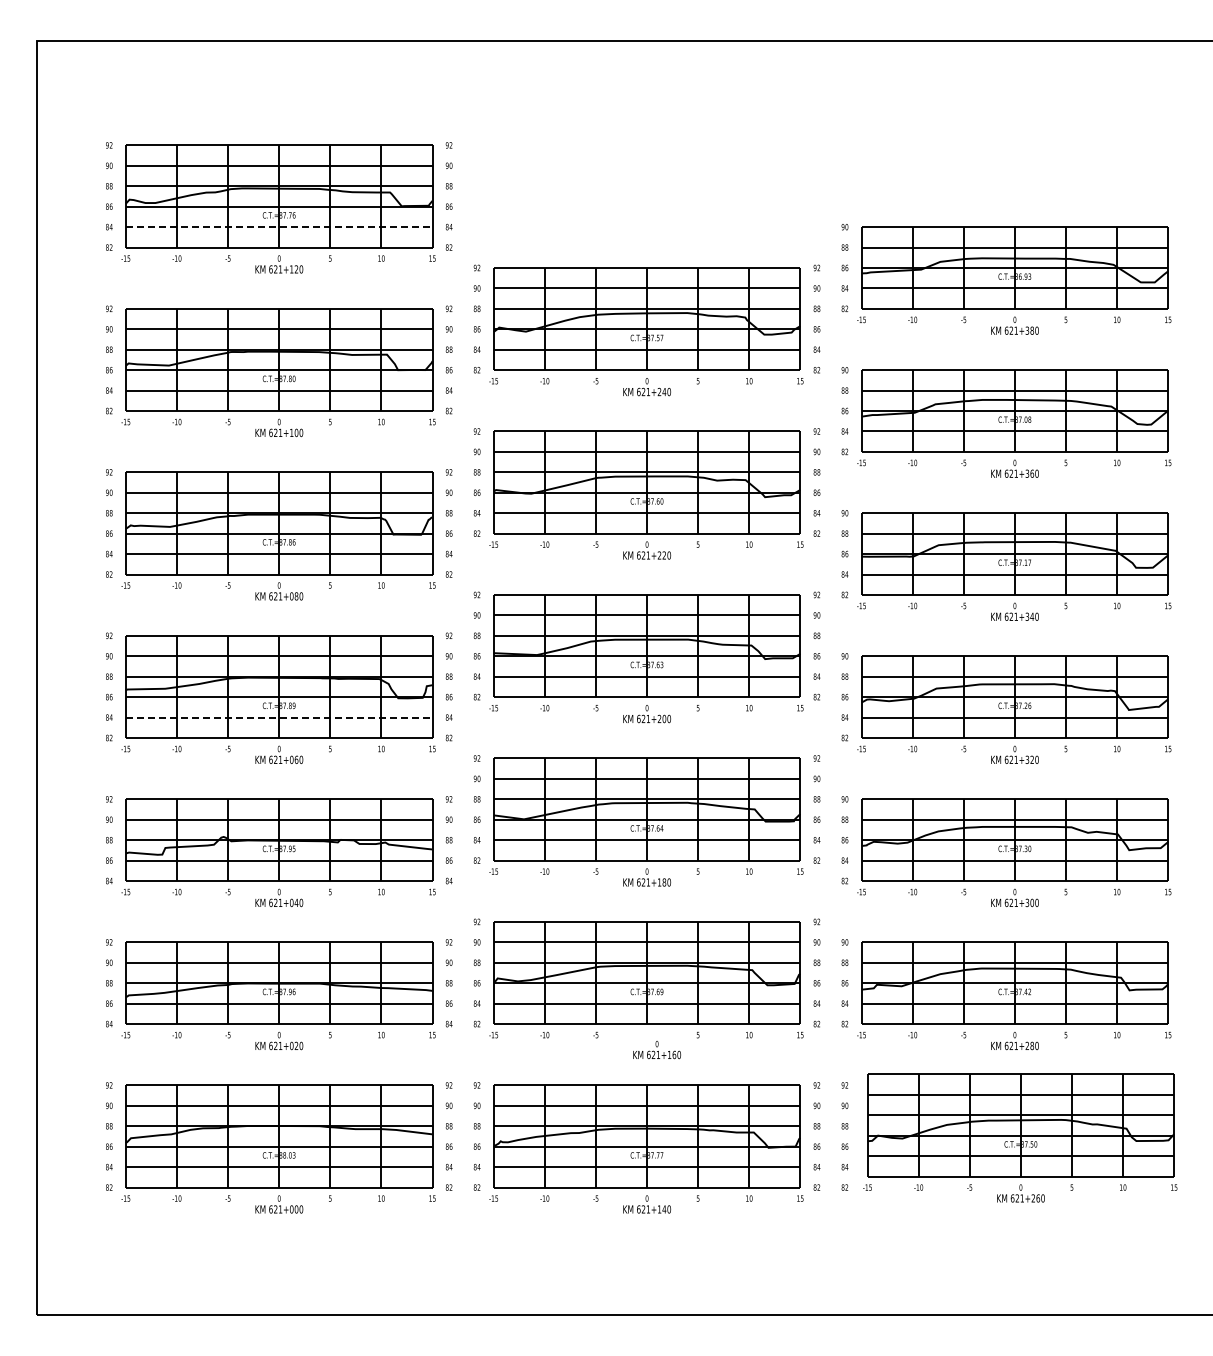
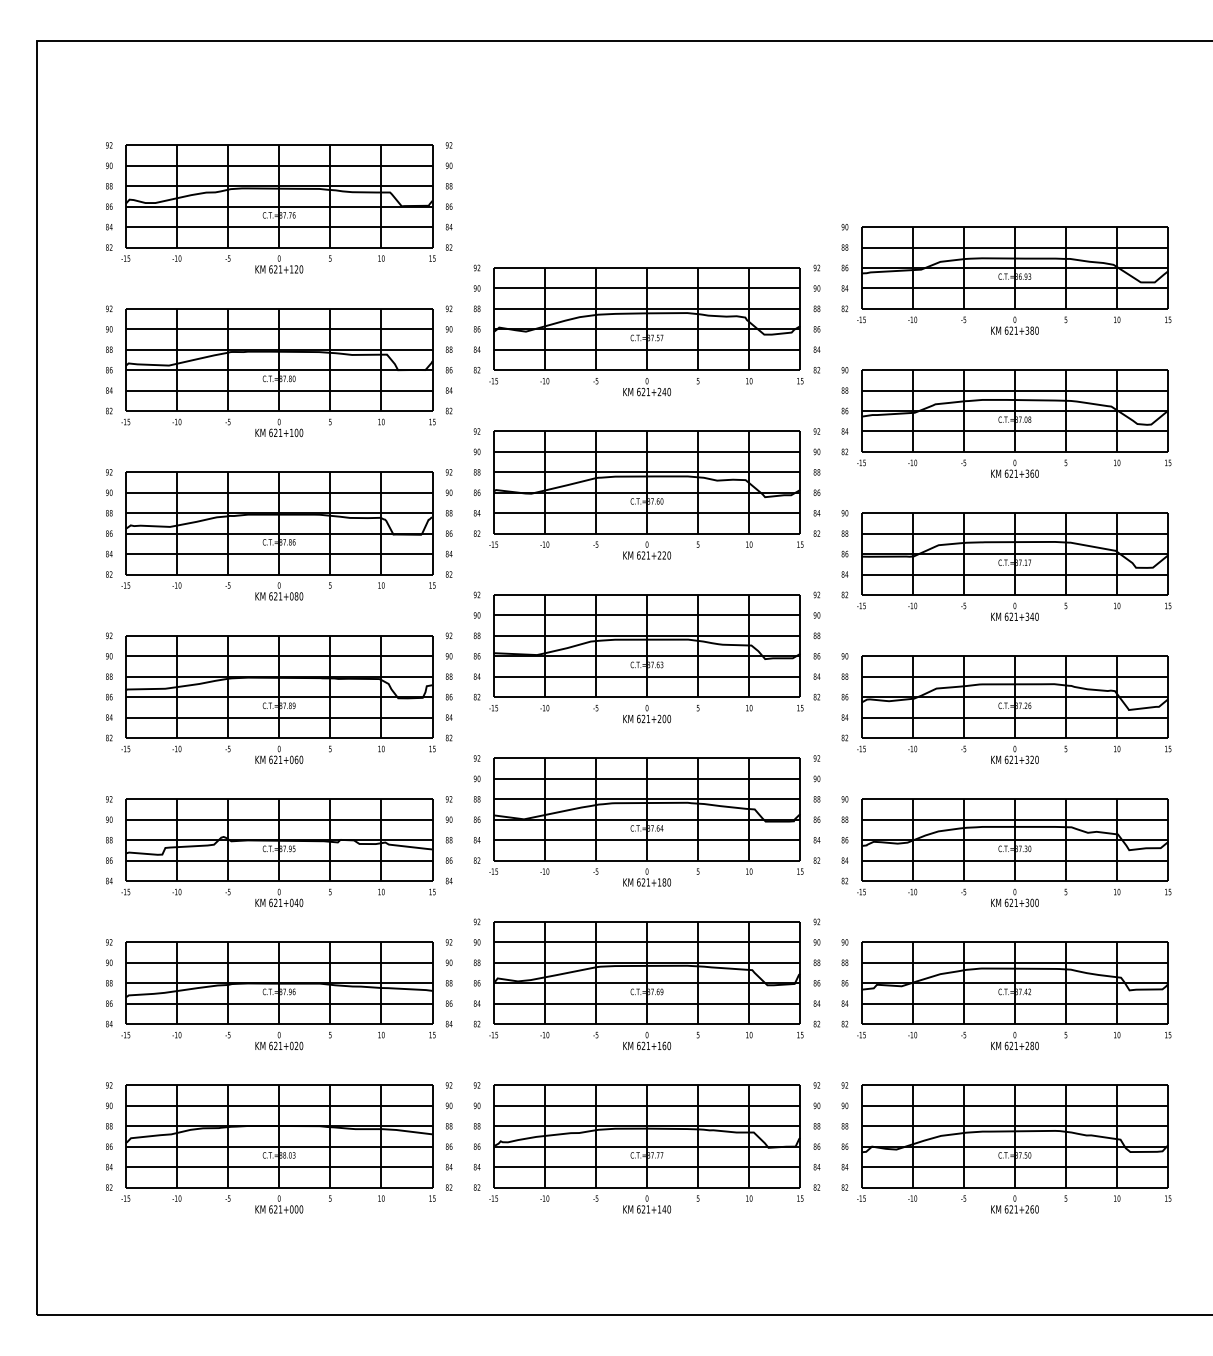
line at (279, 227): dashed -> solid
line at (279, 717): dashed -> solid
text at (656, 1050) position: (656, 1050) -> (646, 1041)
part at (1020, 1137) position: (1020, 1137) -> (1014, 1148)
